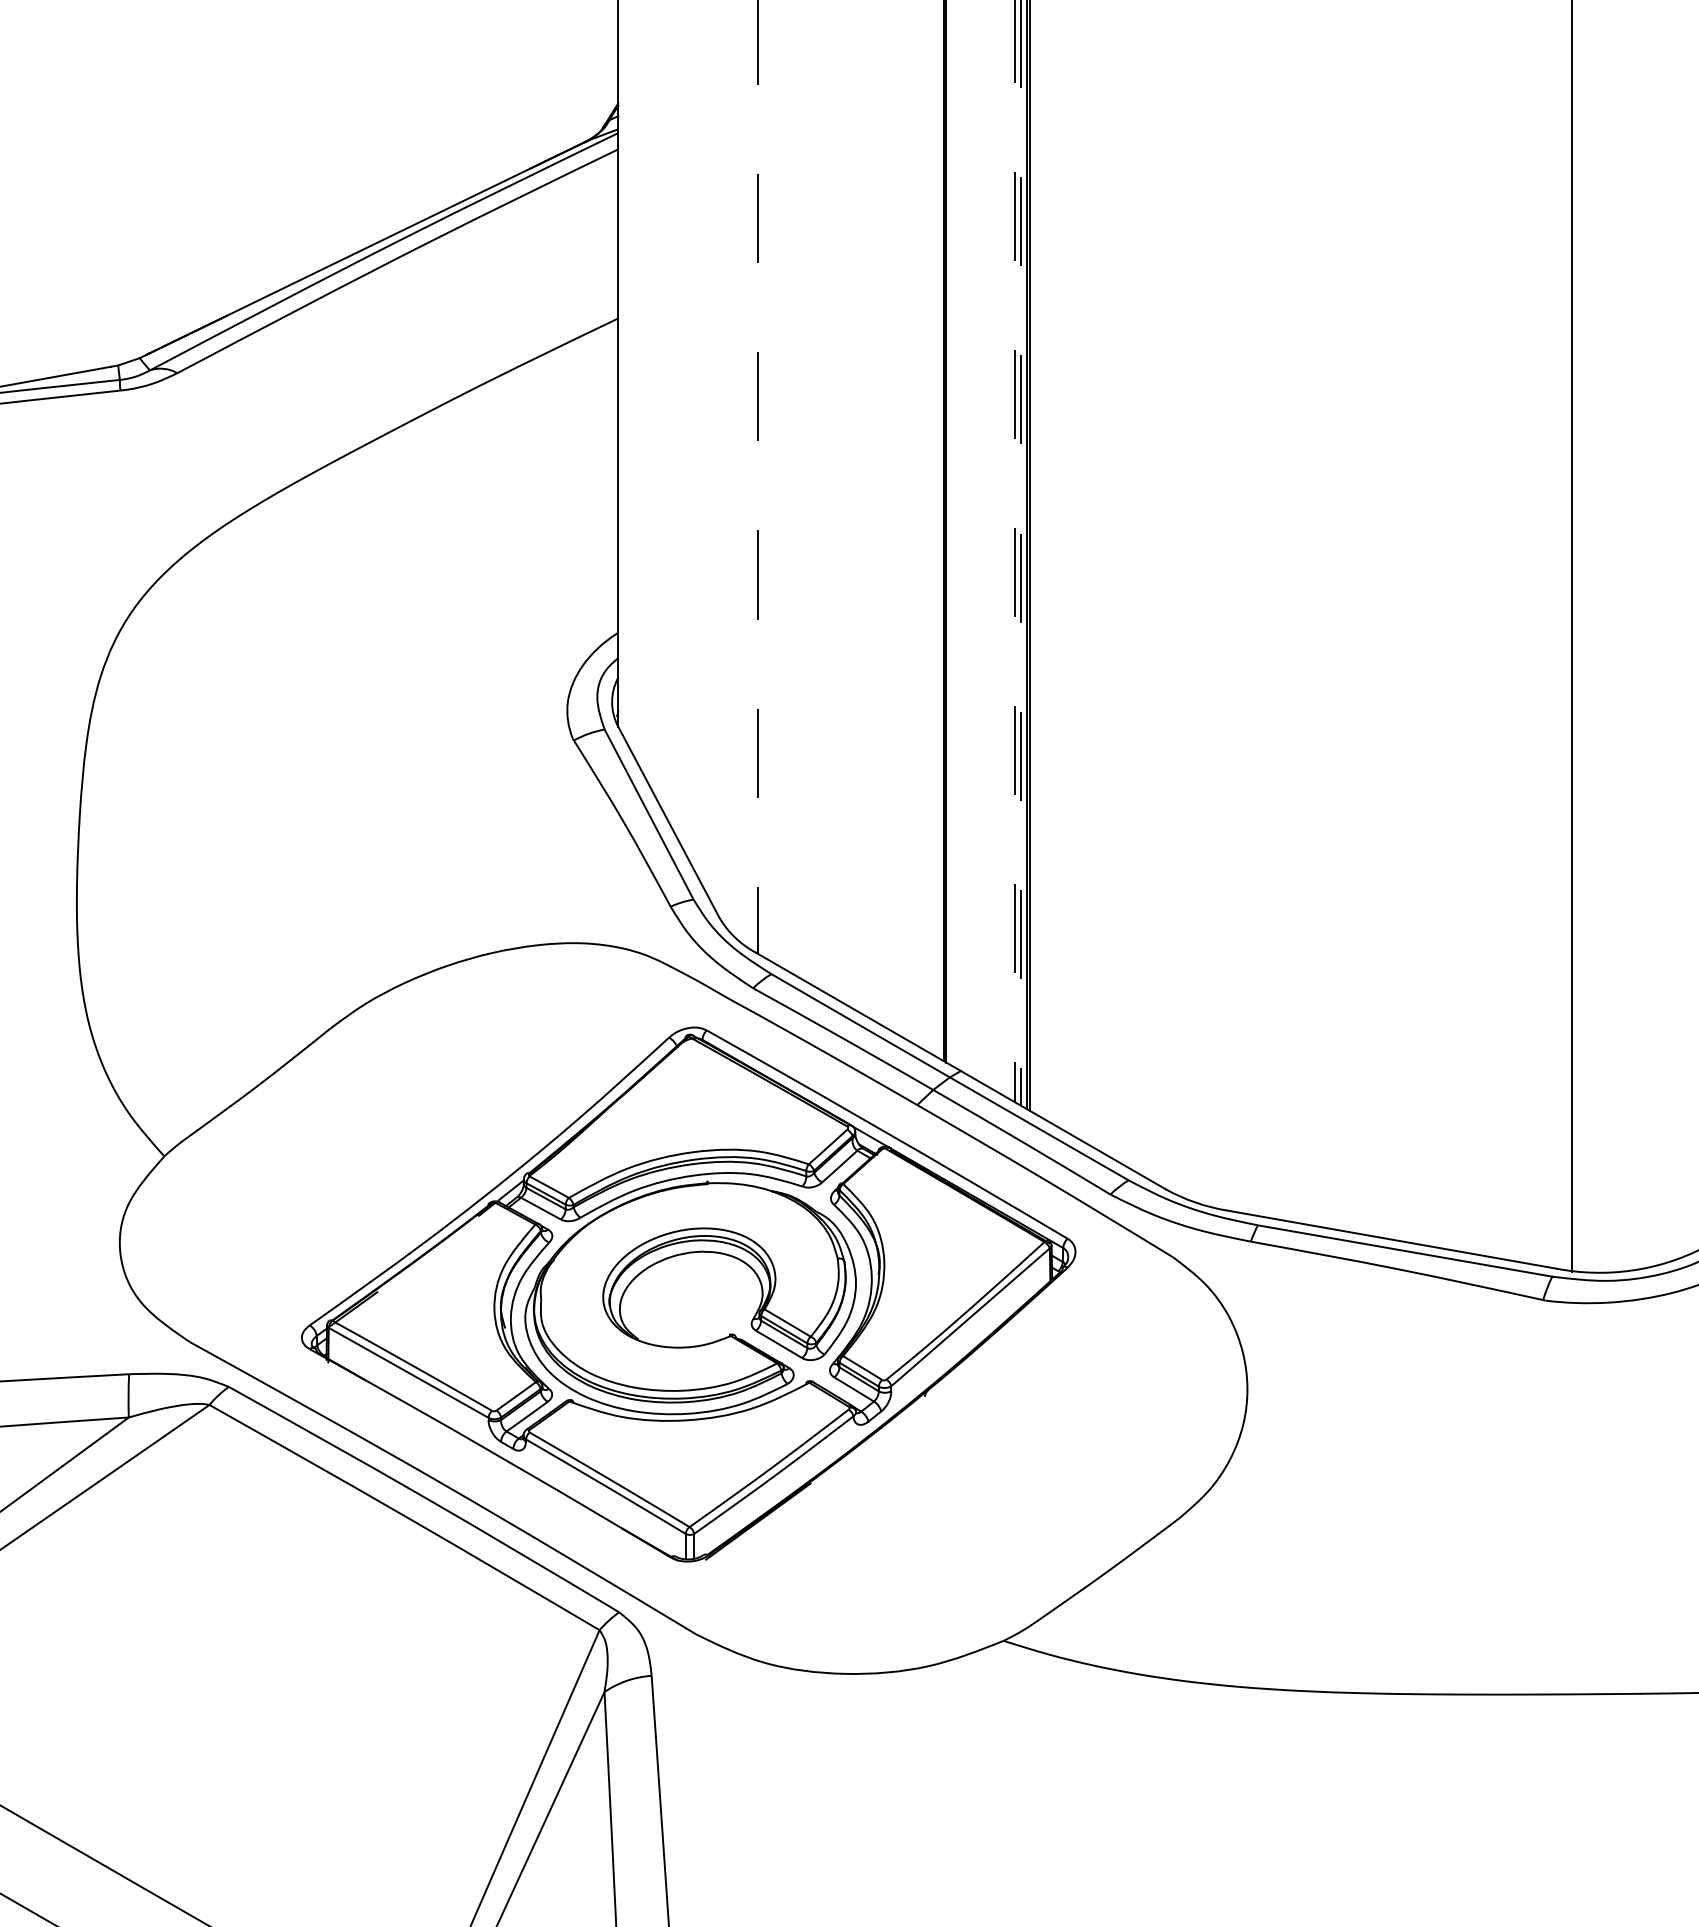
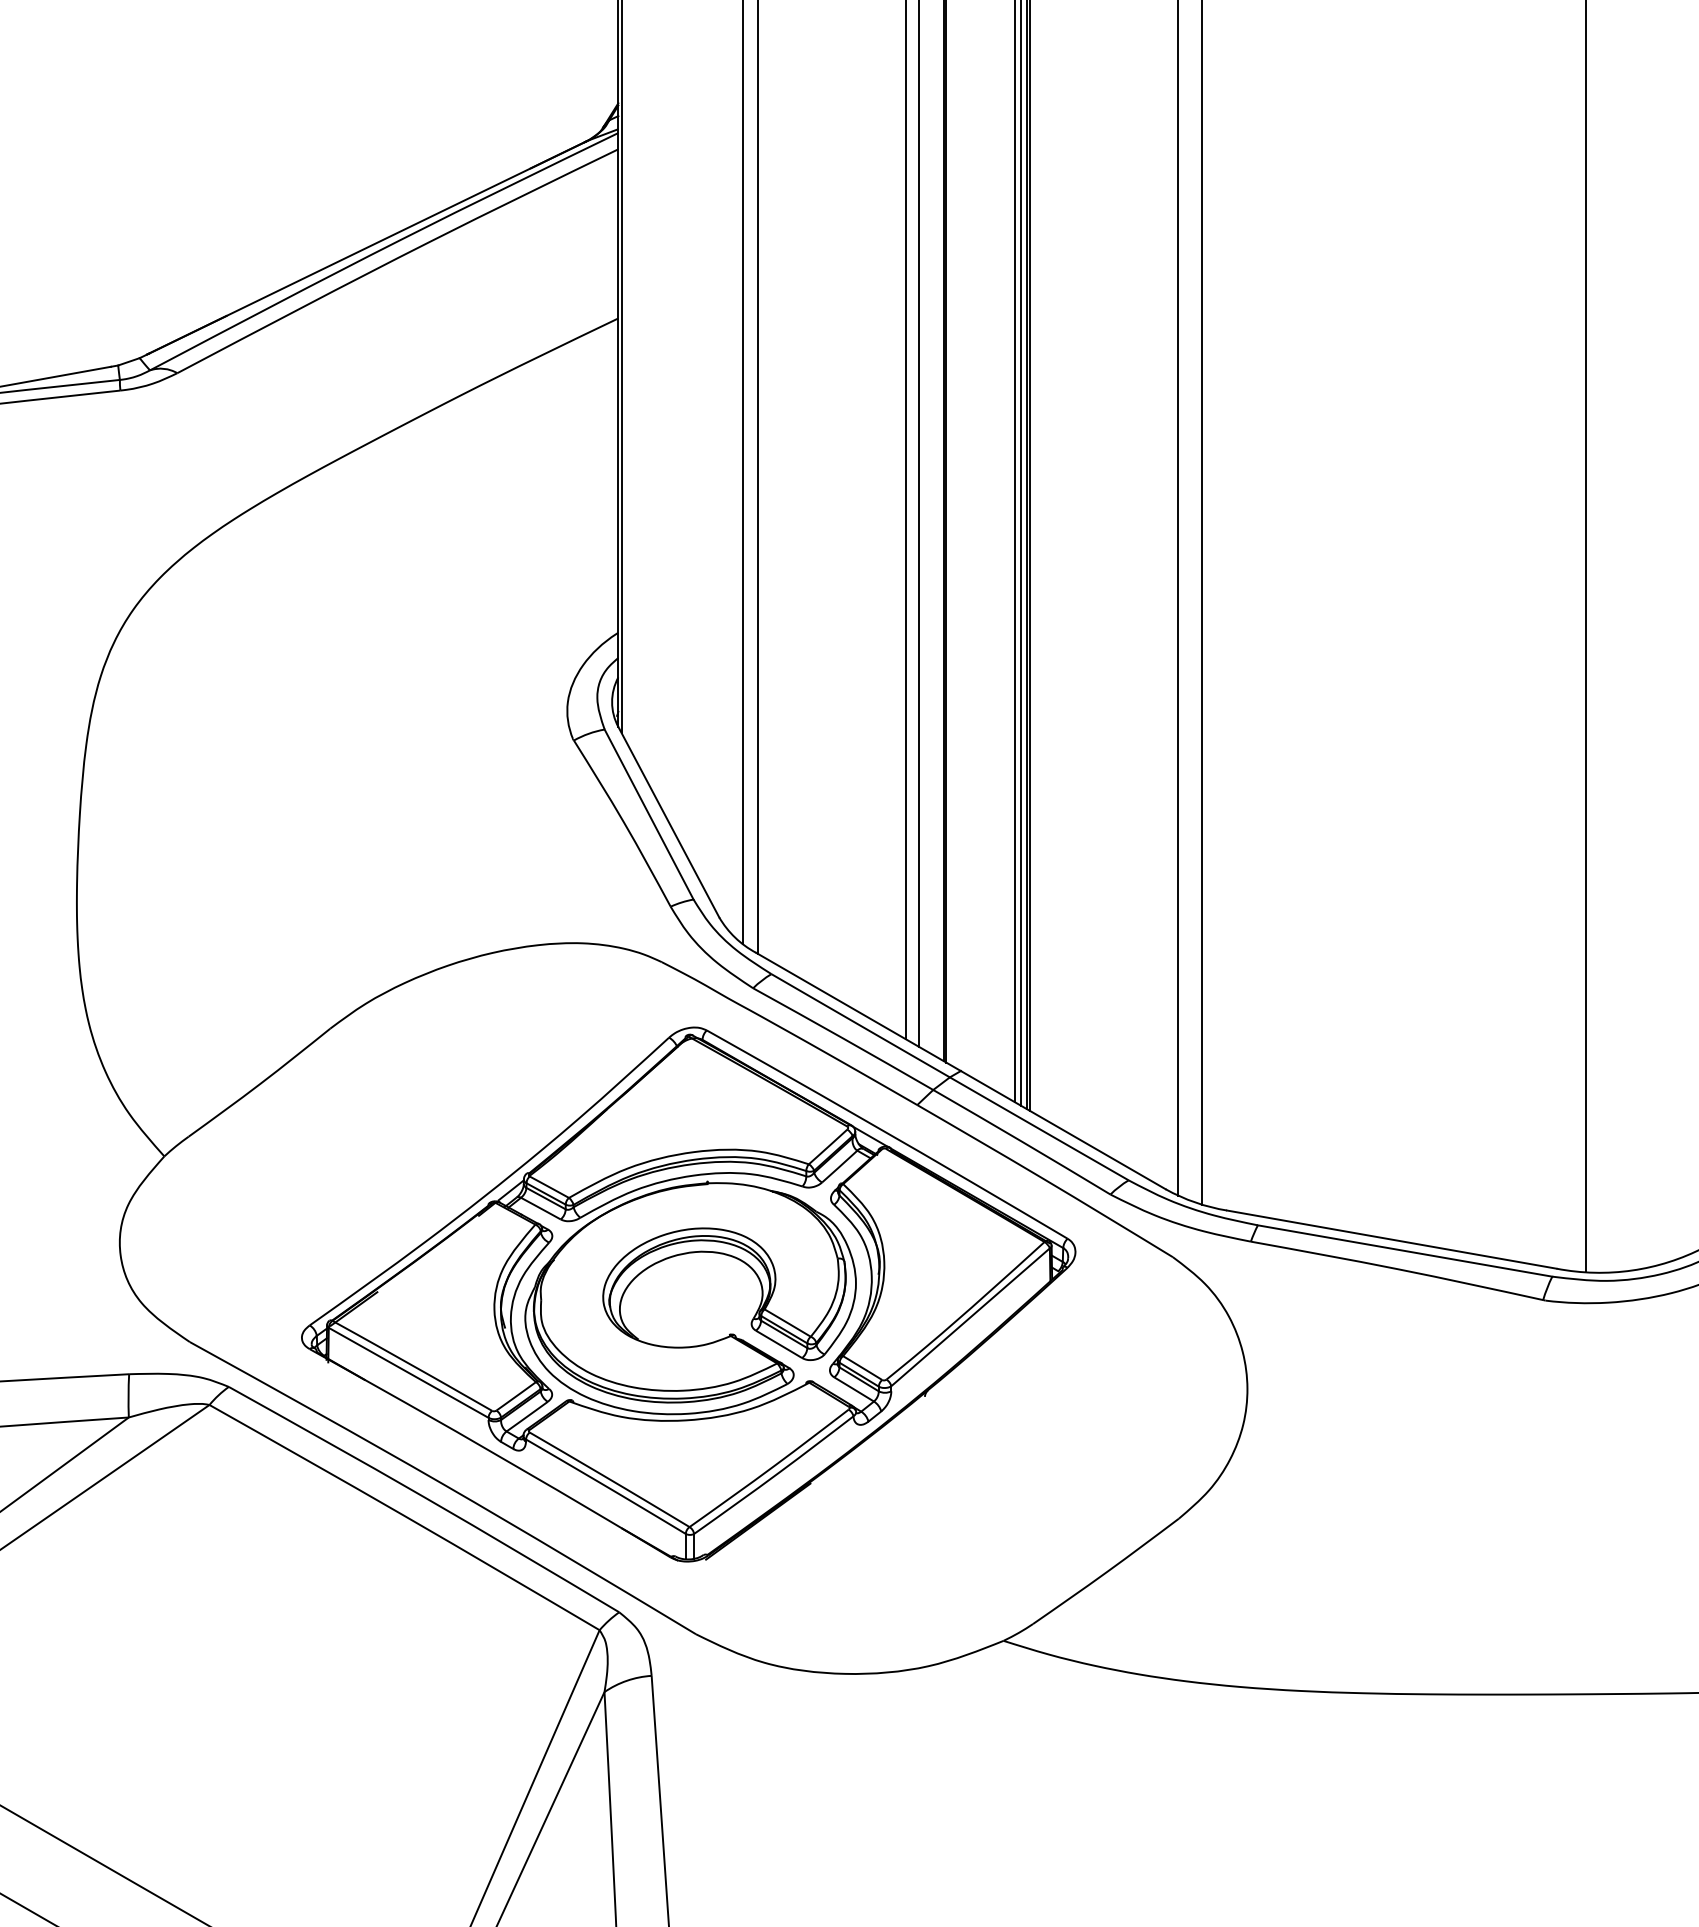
line at (621, 367): none -> present
line at (743, 473): none -> present
line at (757, 477): dashed -> solid
line at (905, 520): none -> present
line at (918, 524): none -> present
line at (1014, 551): dashed -> solid
line at (1020, 553): dashed -> solid
line at (1177, 598): none -> present
line at (1201, 603): none -> present
line at (1571, 637) position: (1571, 637) -> (1585, 637)
